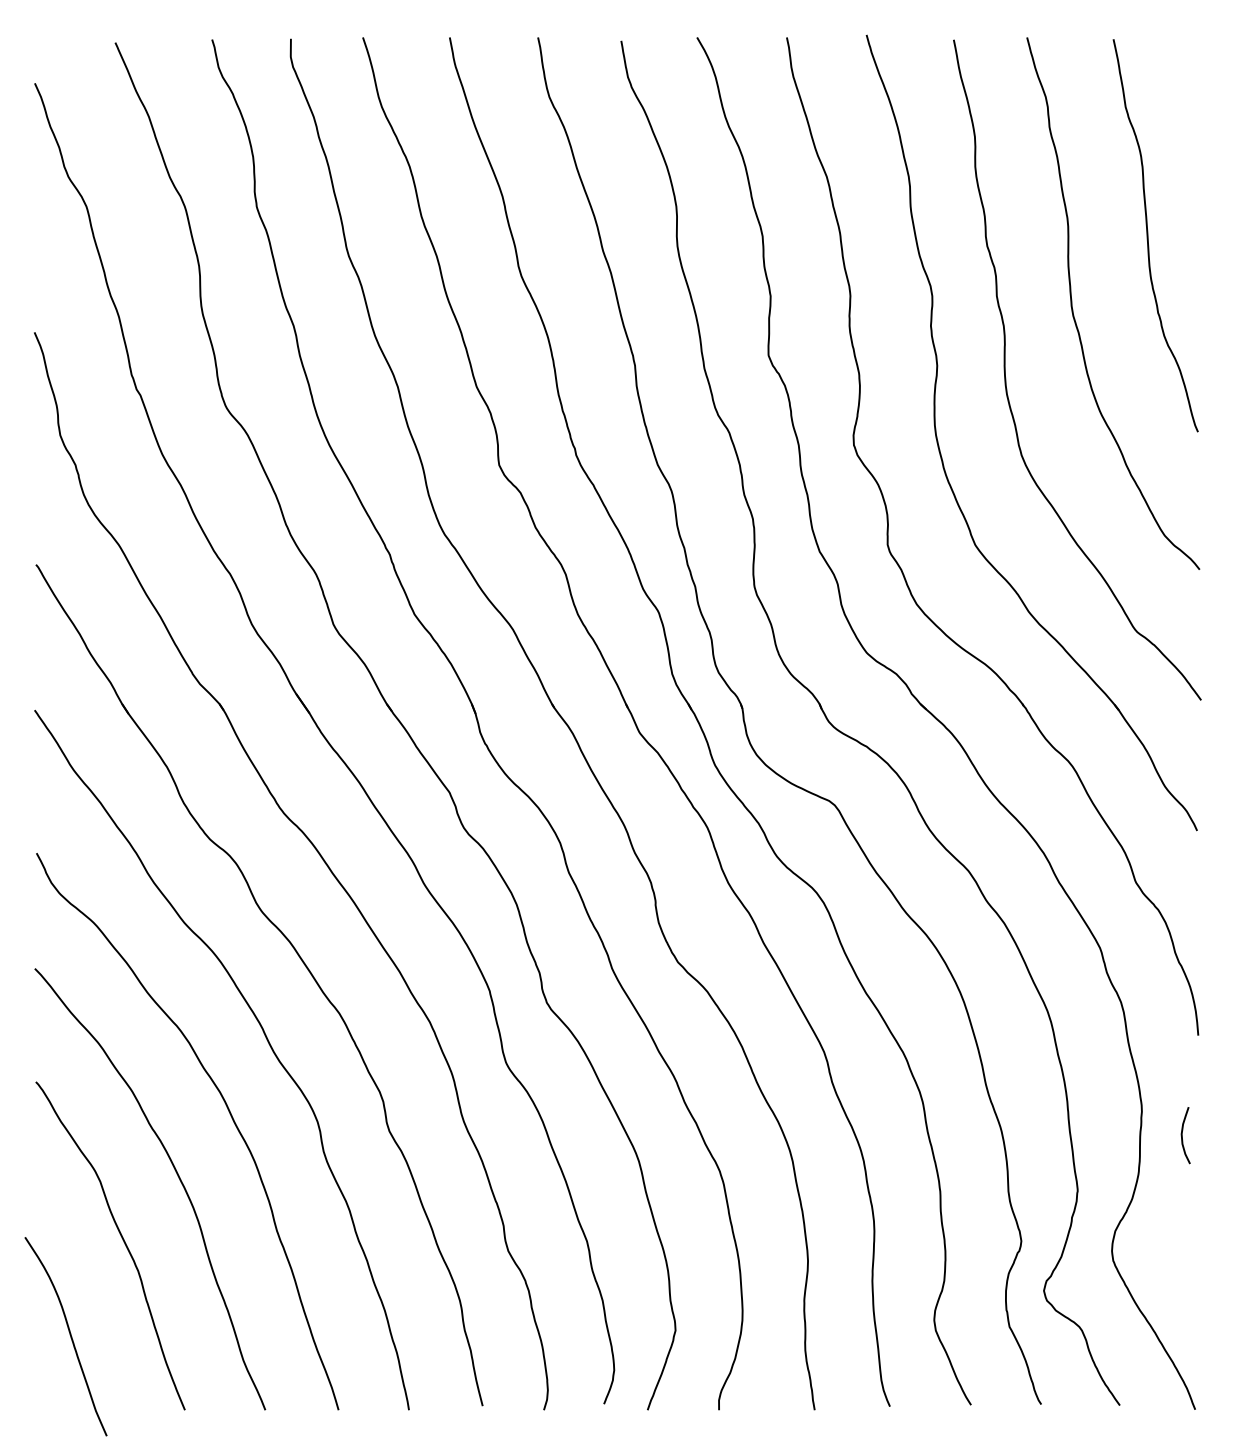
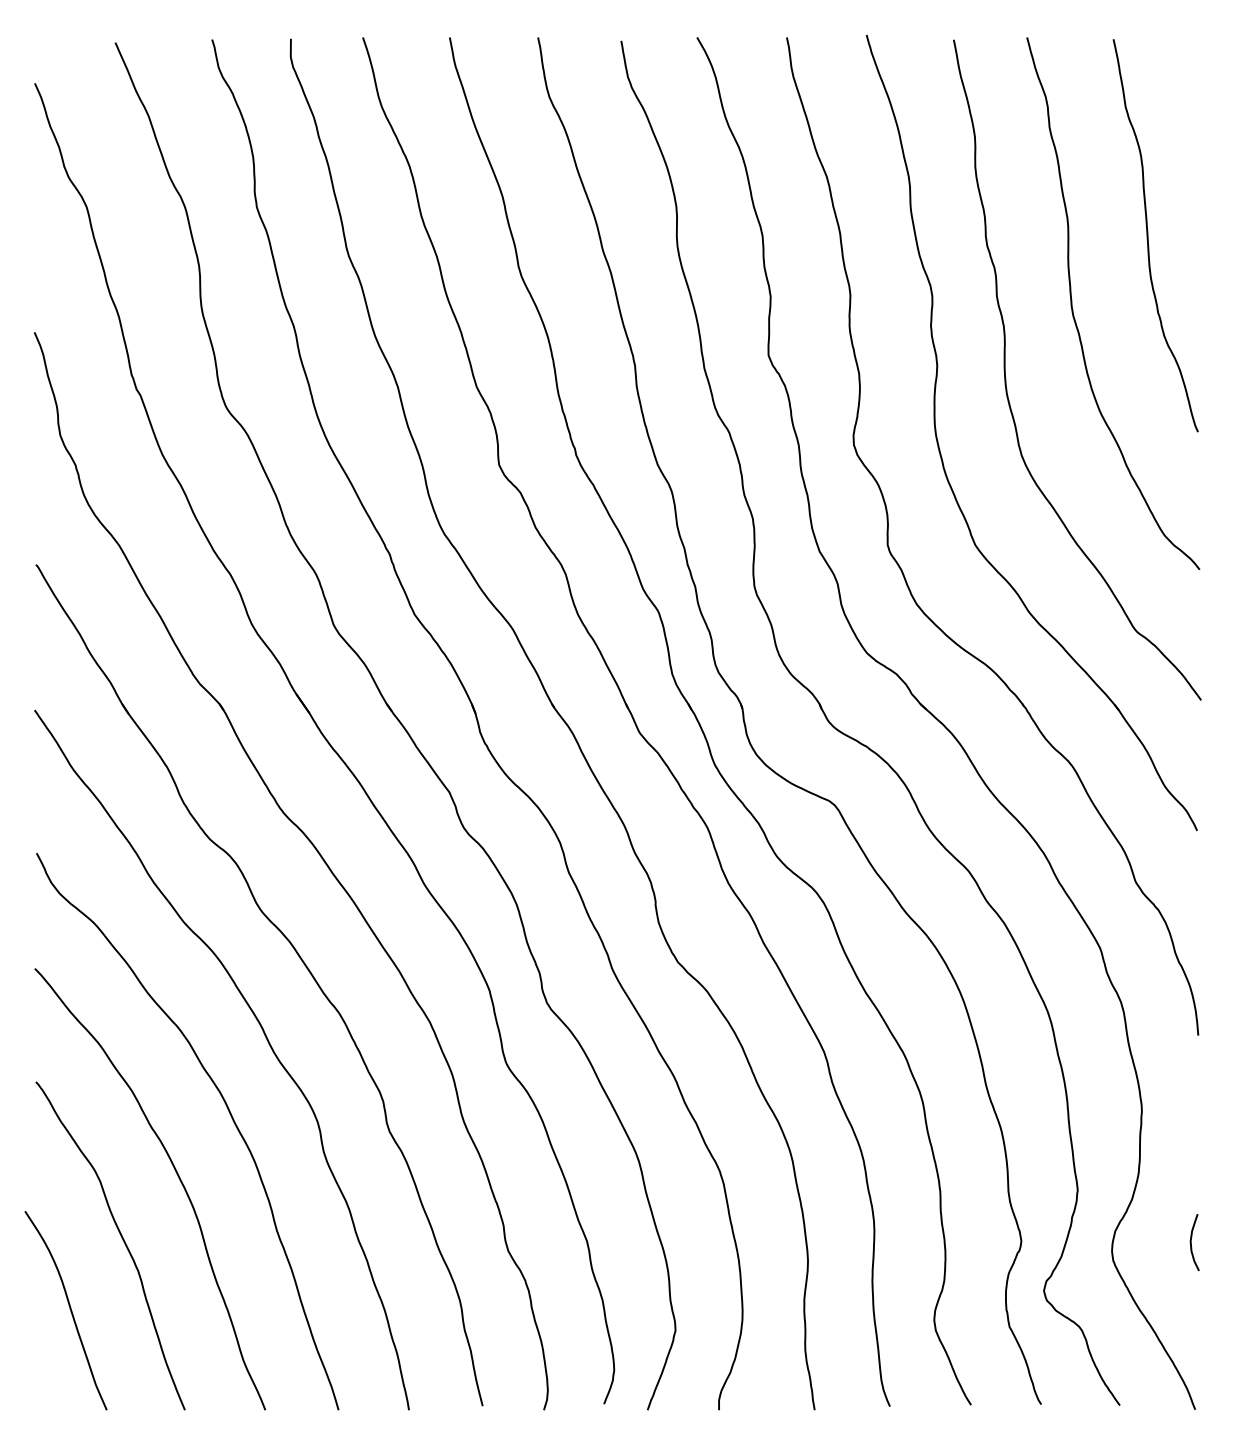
curve at (1182, 1135) position: (1182, 1135) -> (1191, 1242)
curve at (69, 1335) position: (69, 1335) -> (69, 1309)
